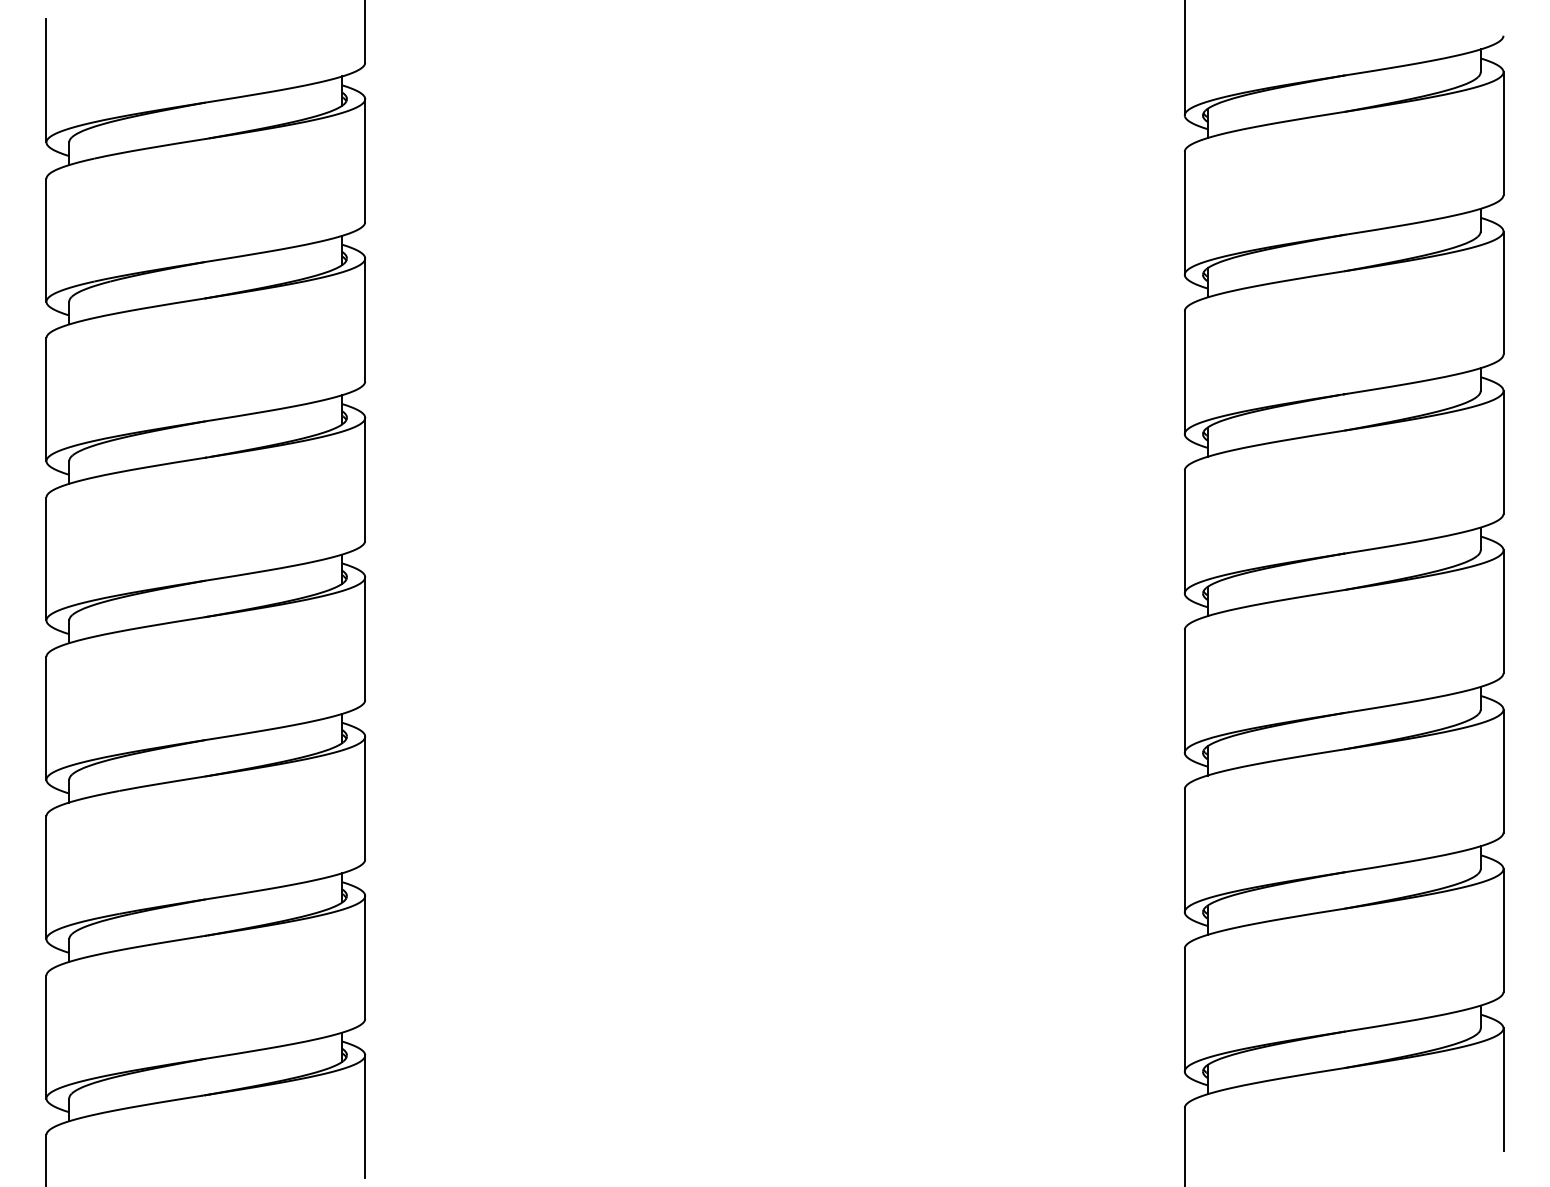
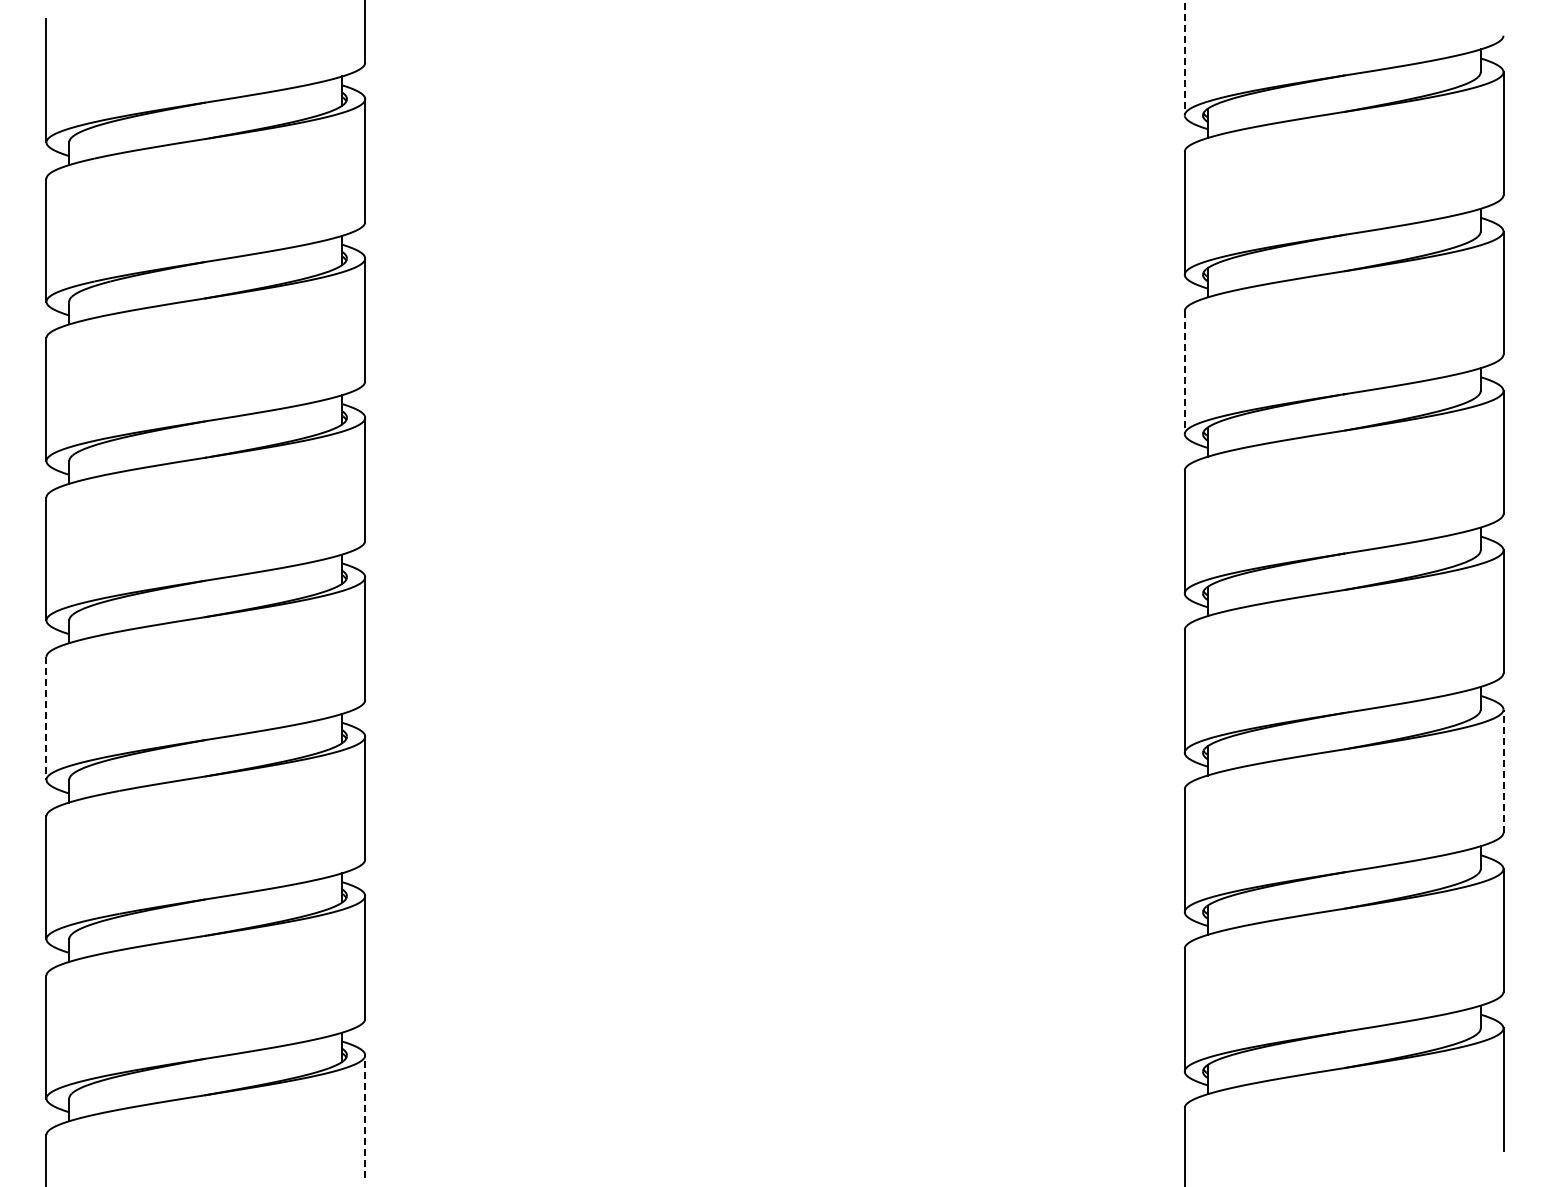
line at (1184, 58): solid -> dashed
line at (1184, 373): solid -> dashed
line at (46, 718): solid -> dashed
line at (1503, 770): solid -> dashed
line at (365, 1116): solid -> dashed
